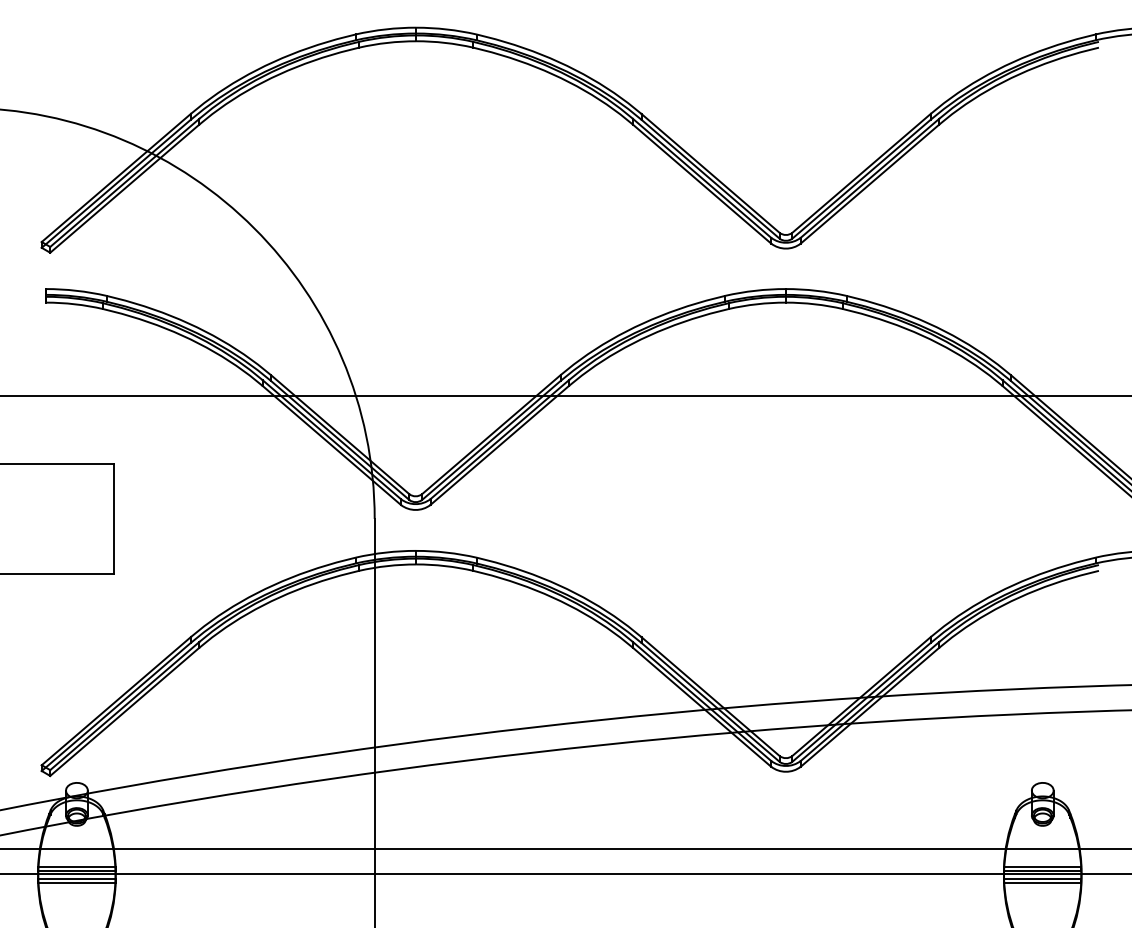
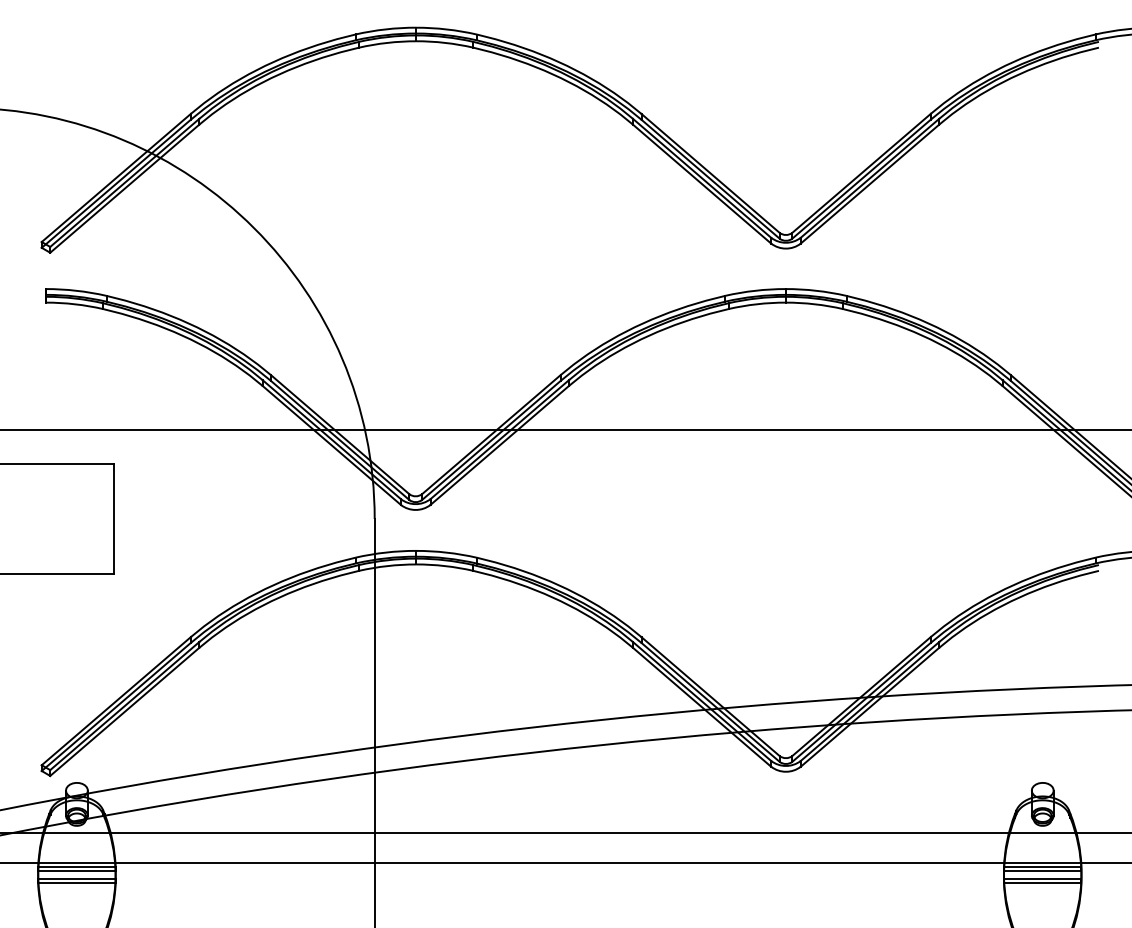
line at (565, 395) position: (565, 395) -> (565, 429)
line at (565, 849) position: (565, 849) -> (565, 833)
line at (565, 874) position: (565, 874) -> (565, 863)
